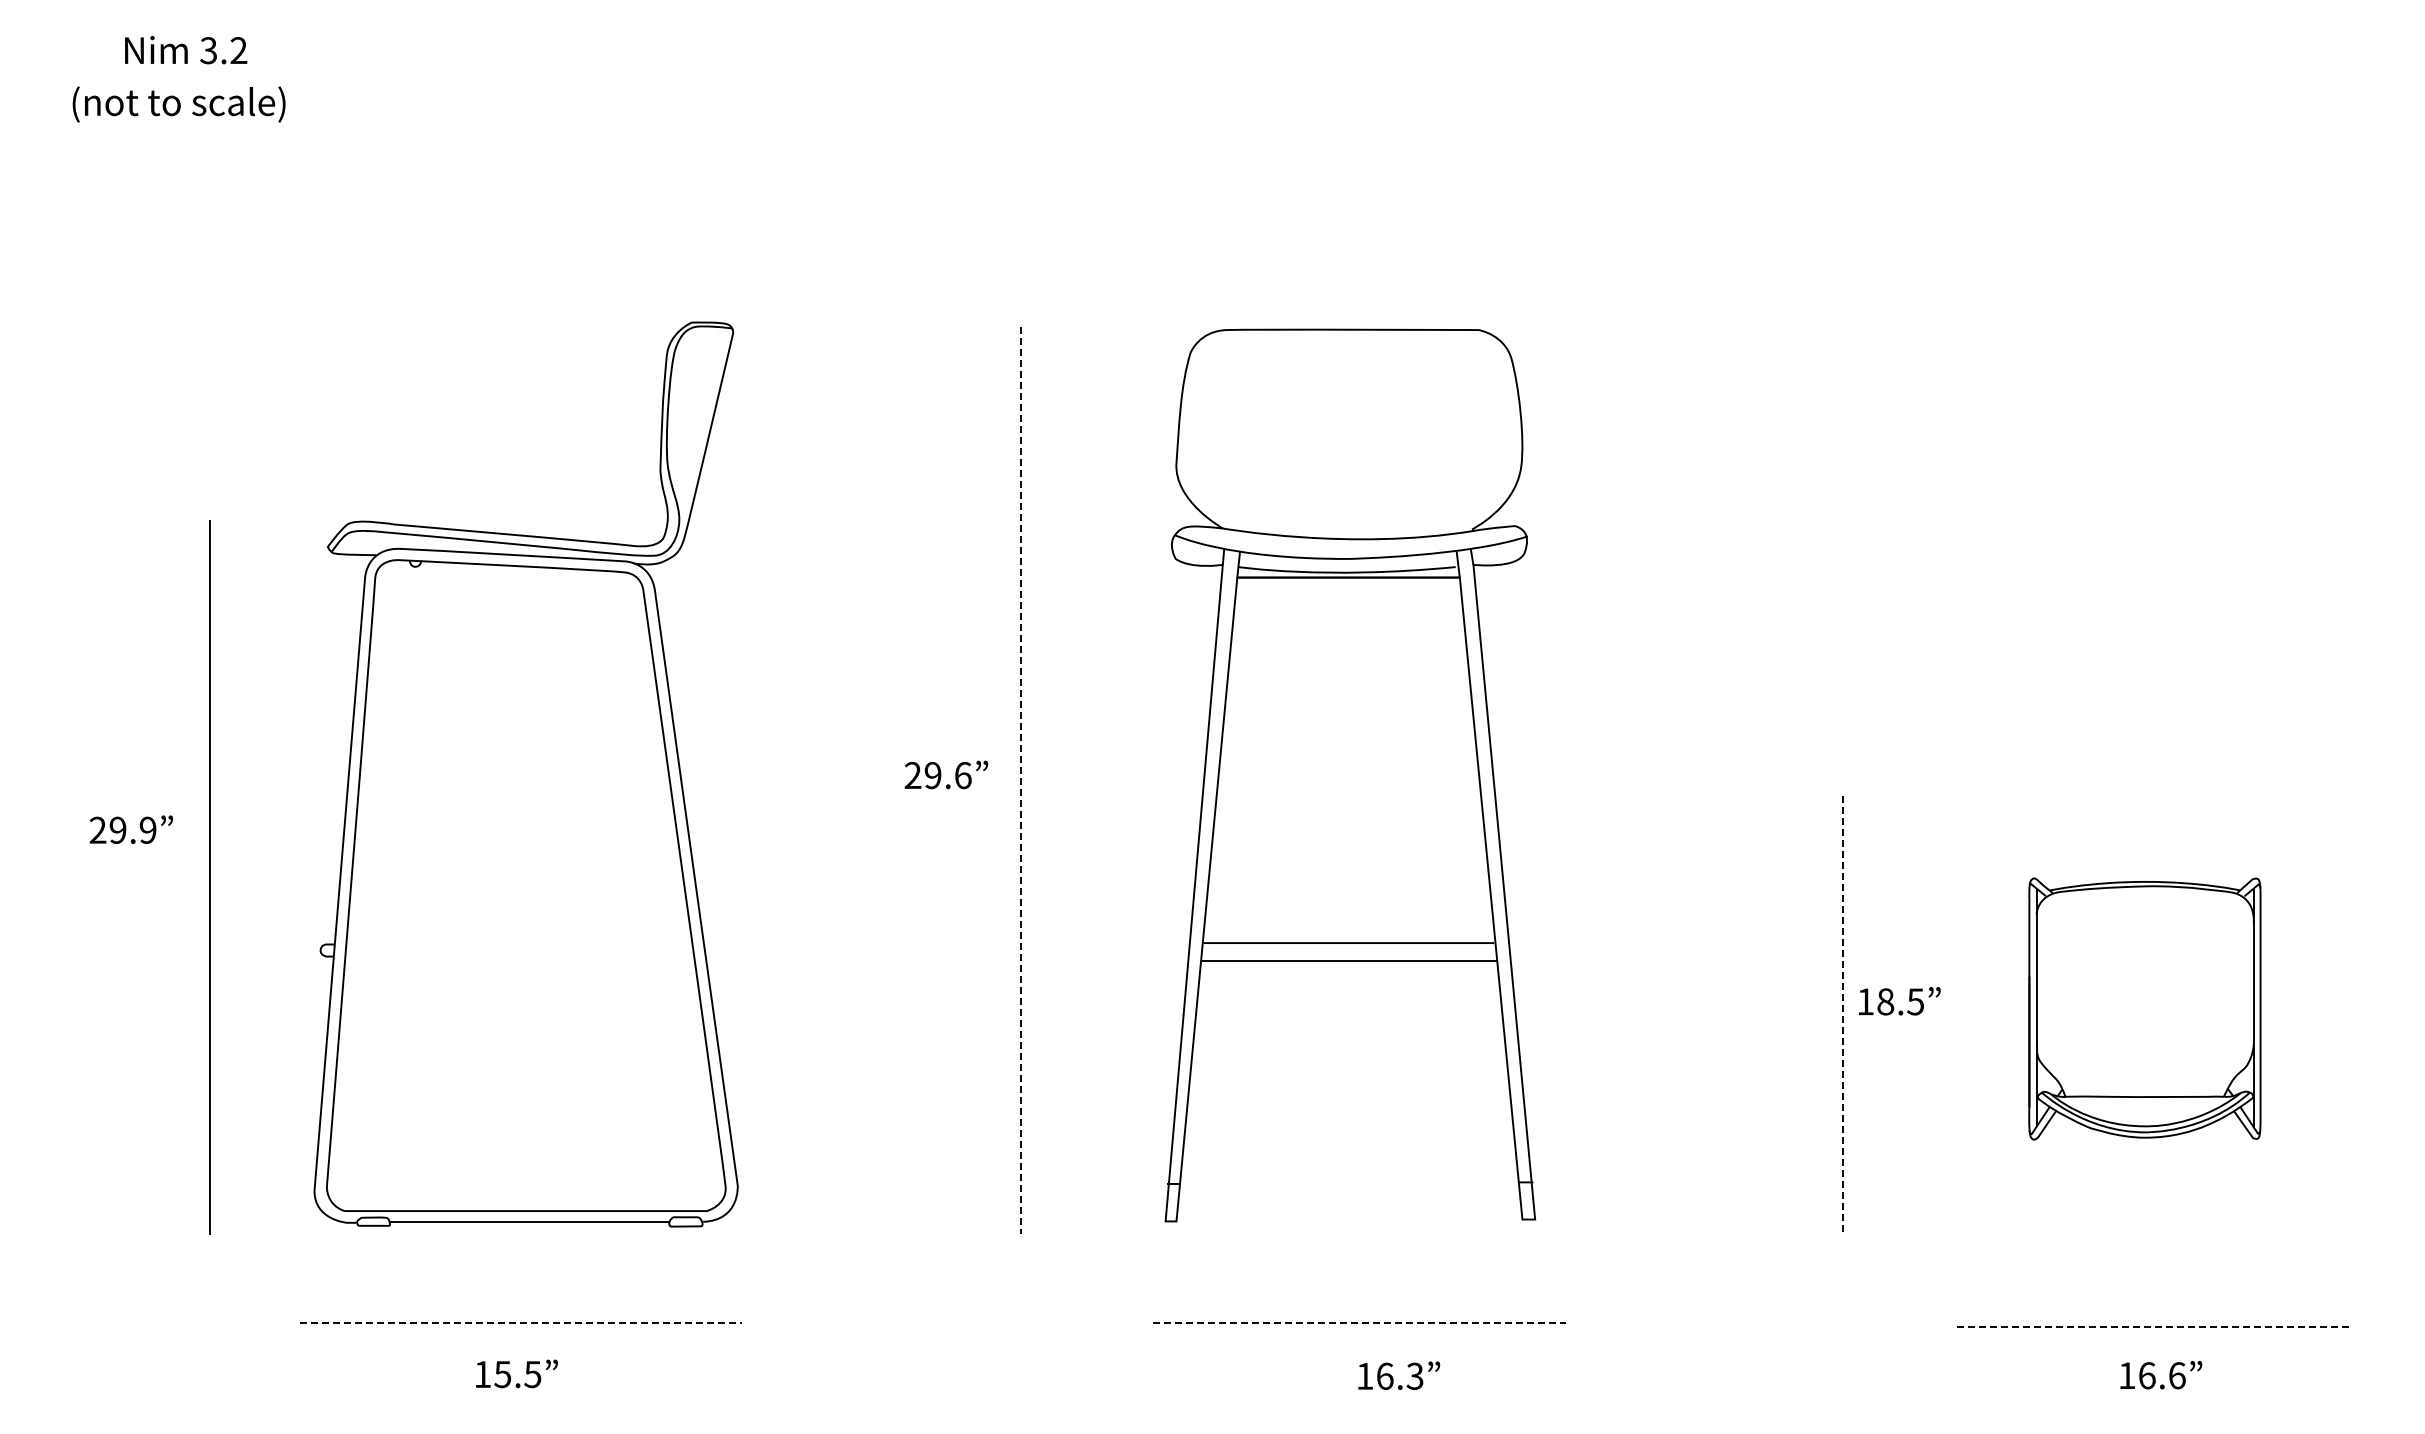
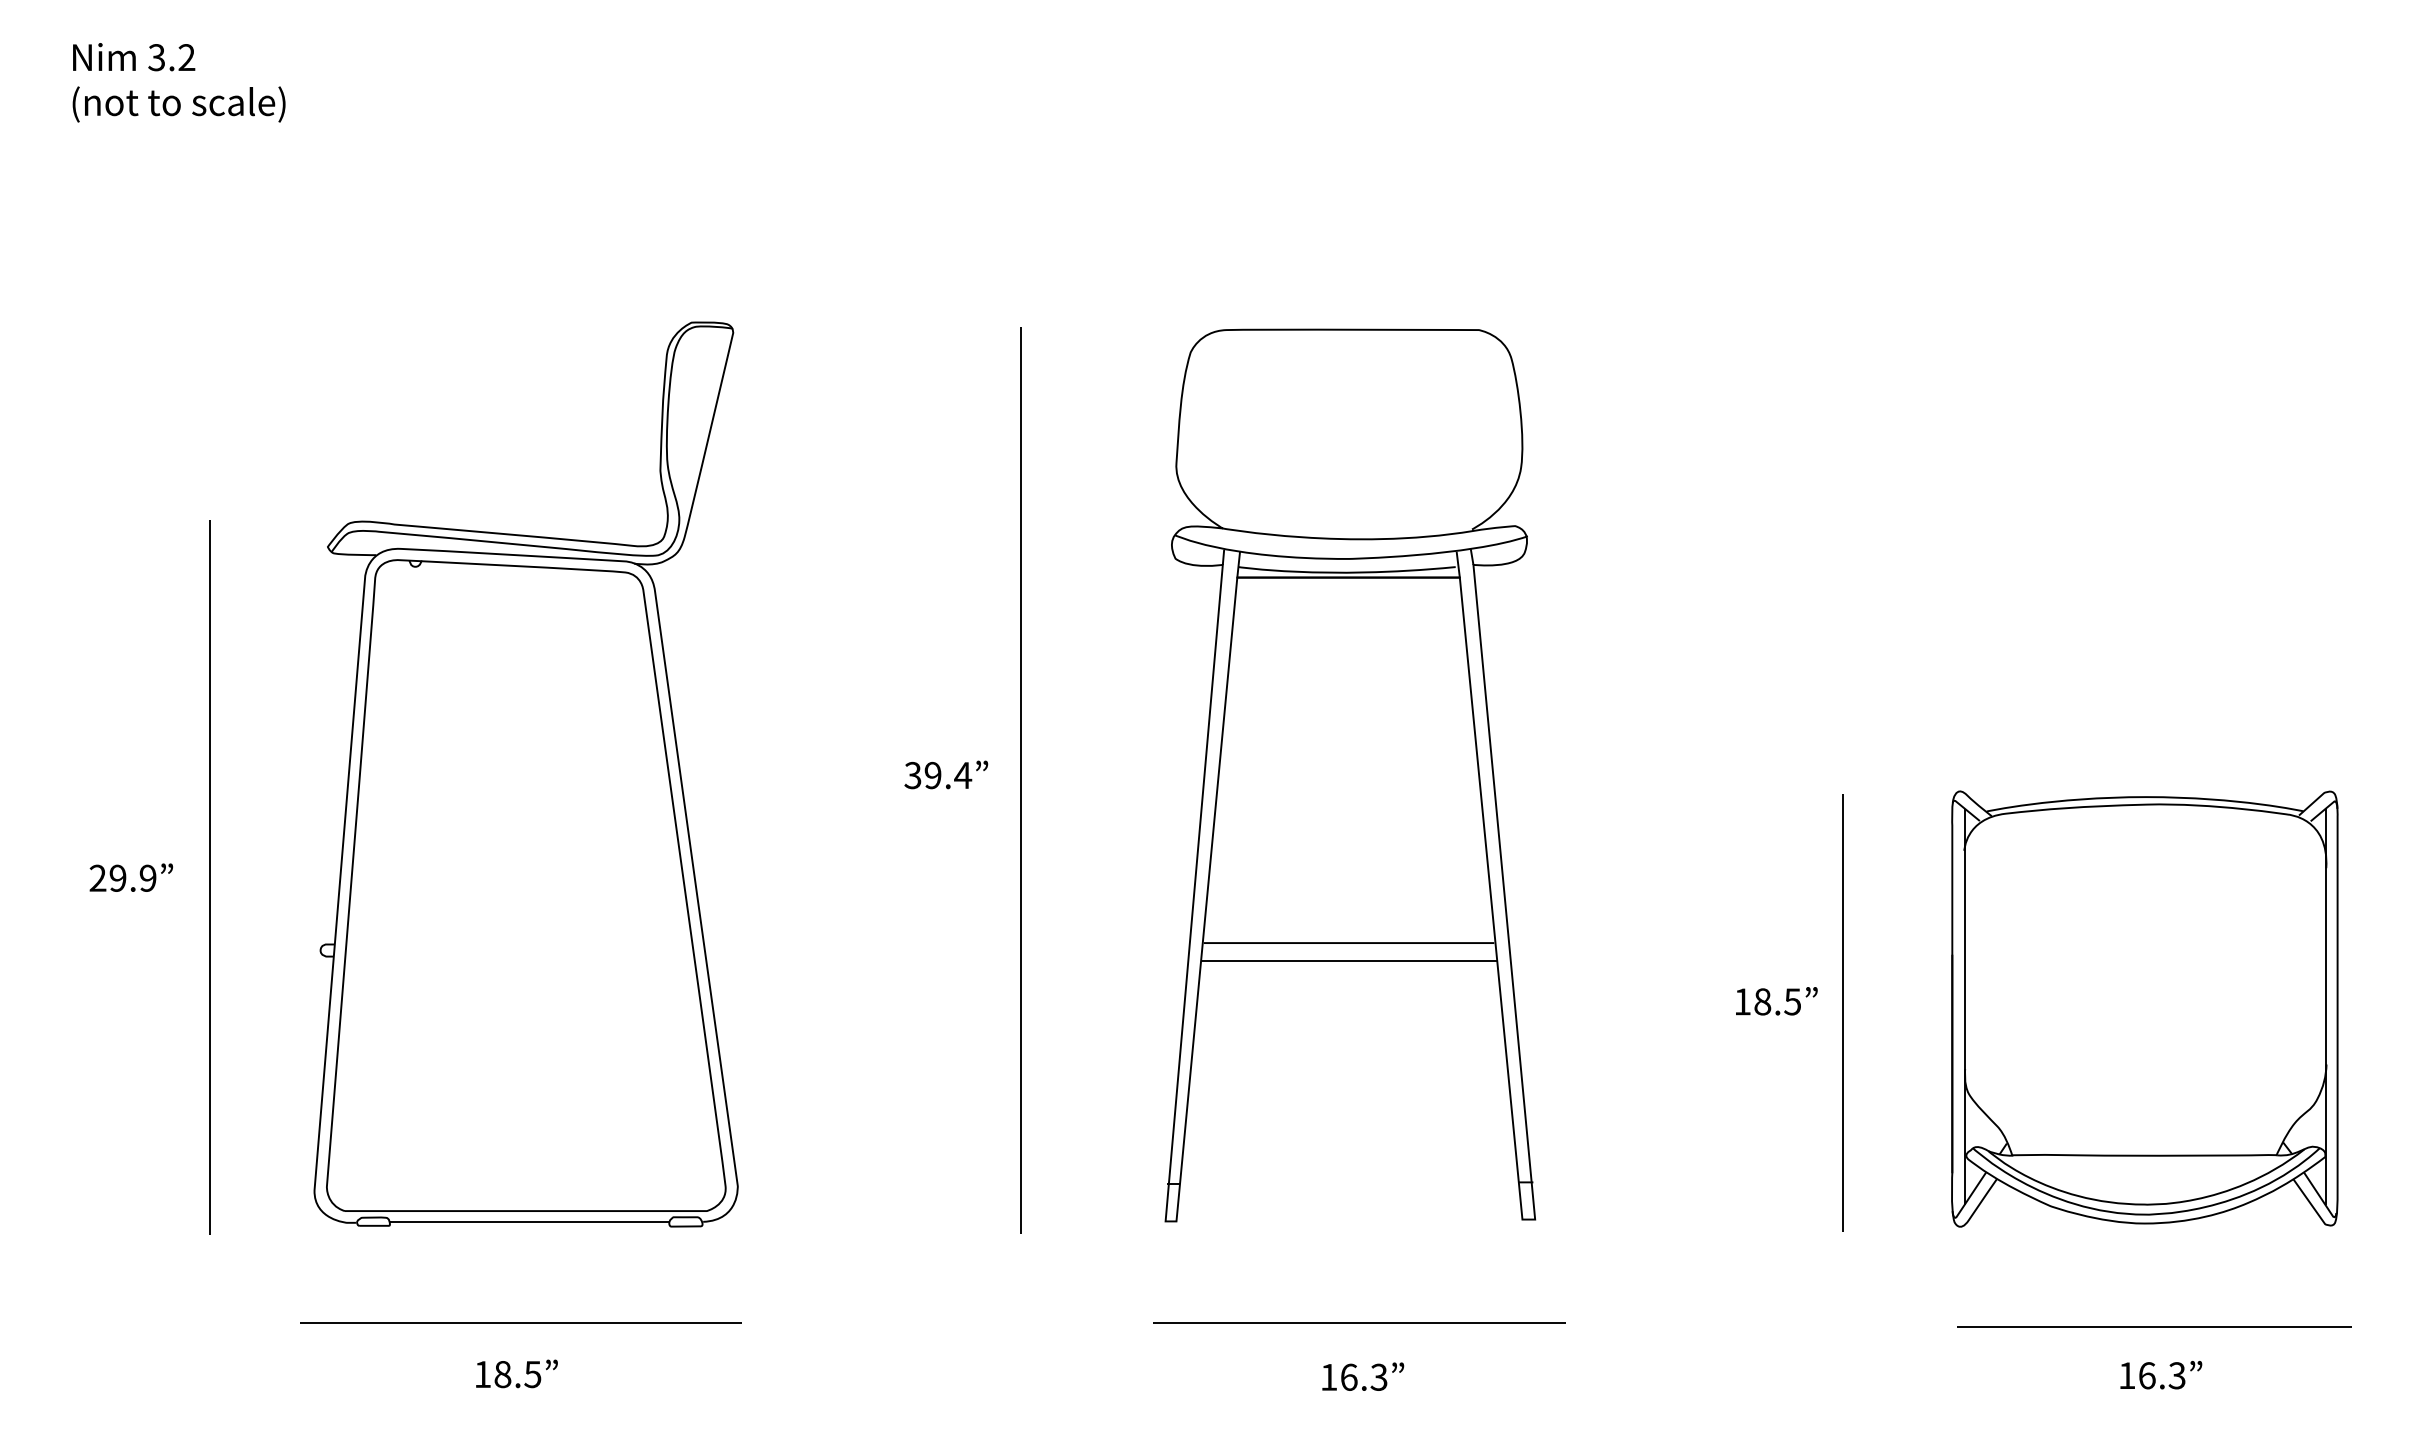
text at (186, 50) position: (186, 50) -> (134, 57)
text at (938, 775): 29.6 -> 39.4
line at (1020, 781): dashed -> solid
text at (130, 829) position: (130, 829) -> (130, 877)
text at (1899, 1001) position: (1899, 1001) -> (1776, 1001)
part at (2144, 1008) size: 234x264 px -> 388x438 px
line at (1842, 1012): dashed -> solid
line at (521, 1323): dashed -> solid
line at (1359, 1323): dashed -> solid
line at (2155, 1327): dashed -> solid
text at (502, 1374): 15.5 -> 18.5
text at (1399, 1375) position: (1399, 1375) -> (1363, 1376)
text at (2176, 1375): 16.6 -> 16.3
